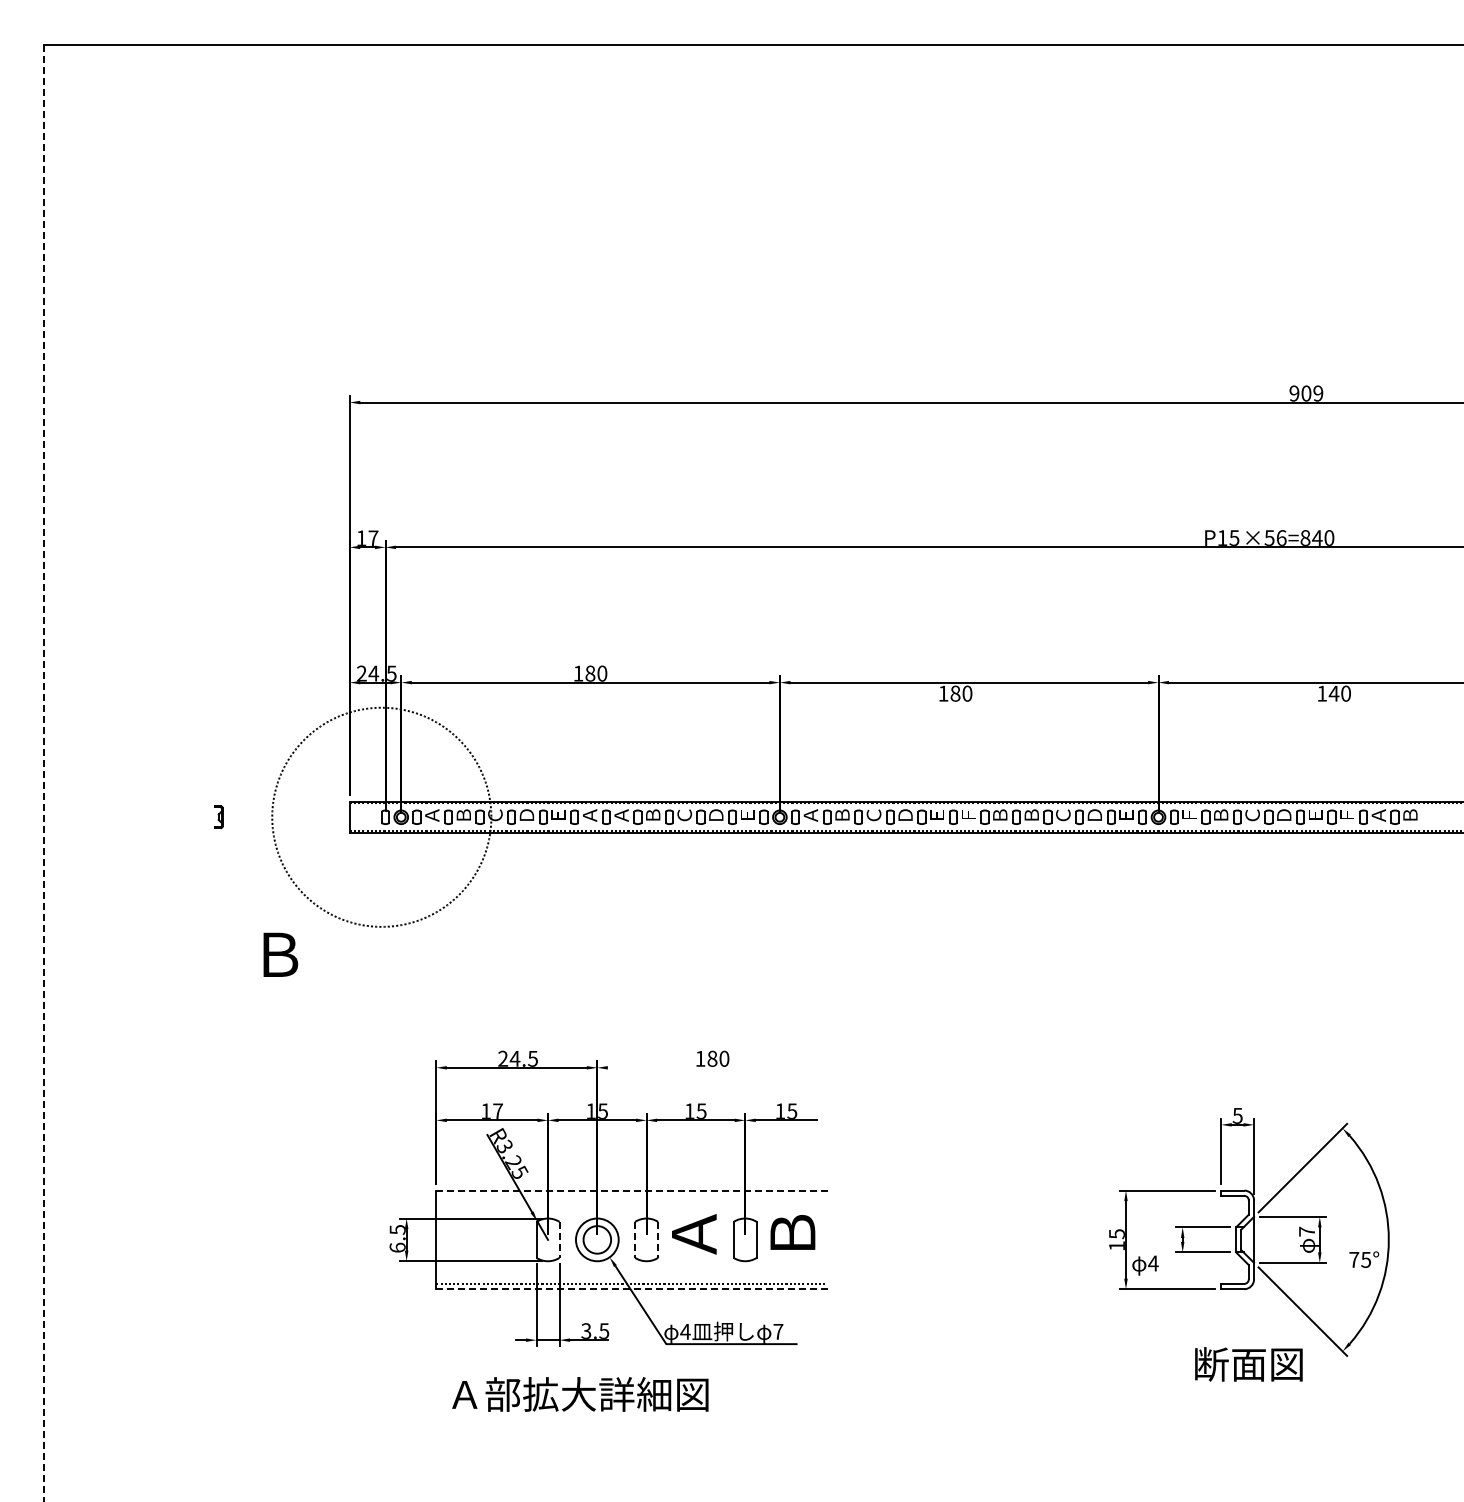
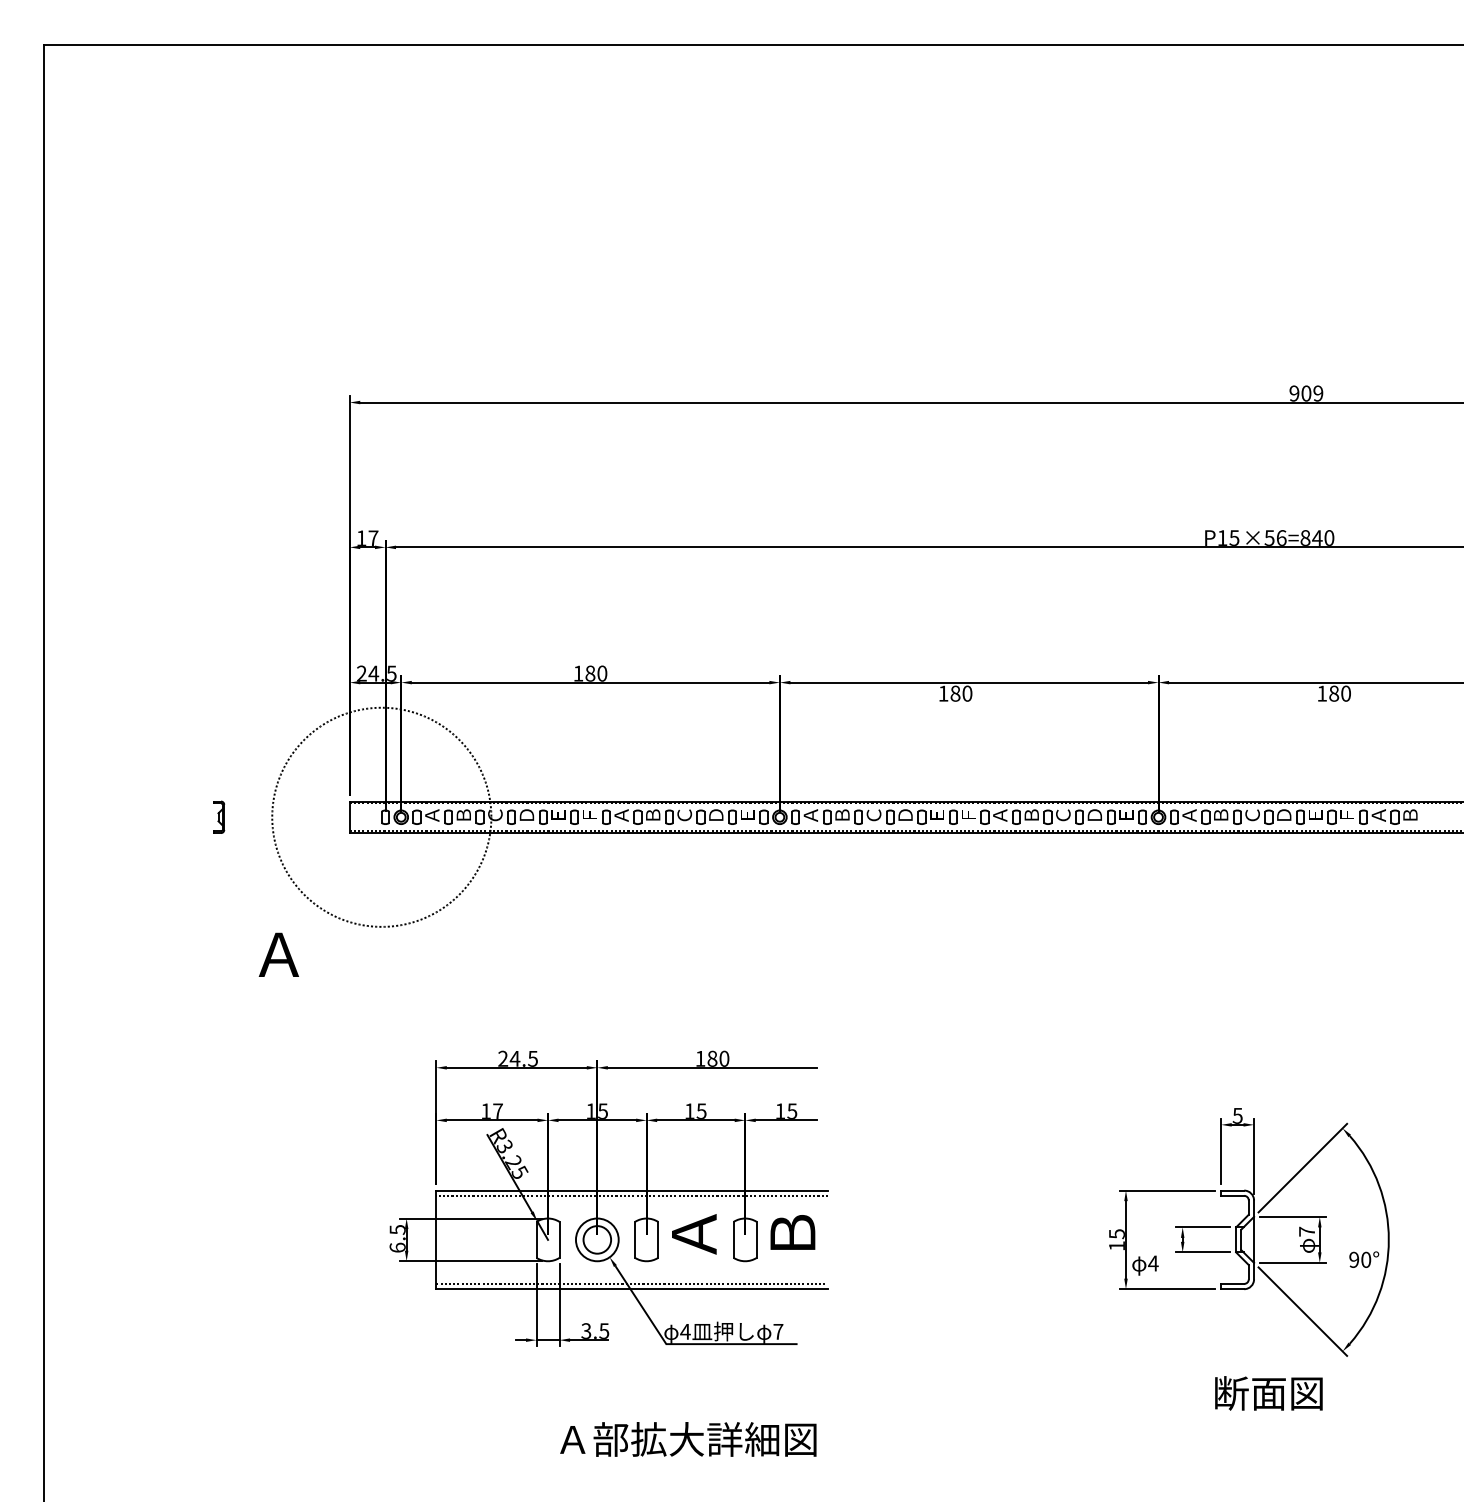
text at (1333, 693): 140 -> 180
line at (43, 773): dashed -> solid
text at (590, 815): Ａ -> Ｆ
text at (1000, 815): Ｂ -> Ａ
text at (1189, 815): Ｆ -> Ａ
part at (218, 816) size: 10x24 px -> 13x34 px
text at (278, 954): Ｂ -> Ａ
line at (712, 1067): none -> present
line at (632, 1190): dashed -> solid
line at (631, 1195): none -> present
line at (559, 1240): dashed -> solid
line at (635, 1240): dashed -> solid
line at (658, 1240): dashed -> solid
text at (1360, 1259): 75° -> 90°
line at (632, 1289): dashed -> solid
text at (1248, 1364) position: (1248, 1364) -> (1268, 1393)
text at (580, 1394) position: (580, 1394) -> (688, 1439)
